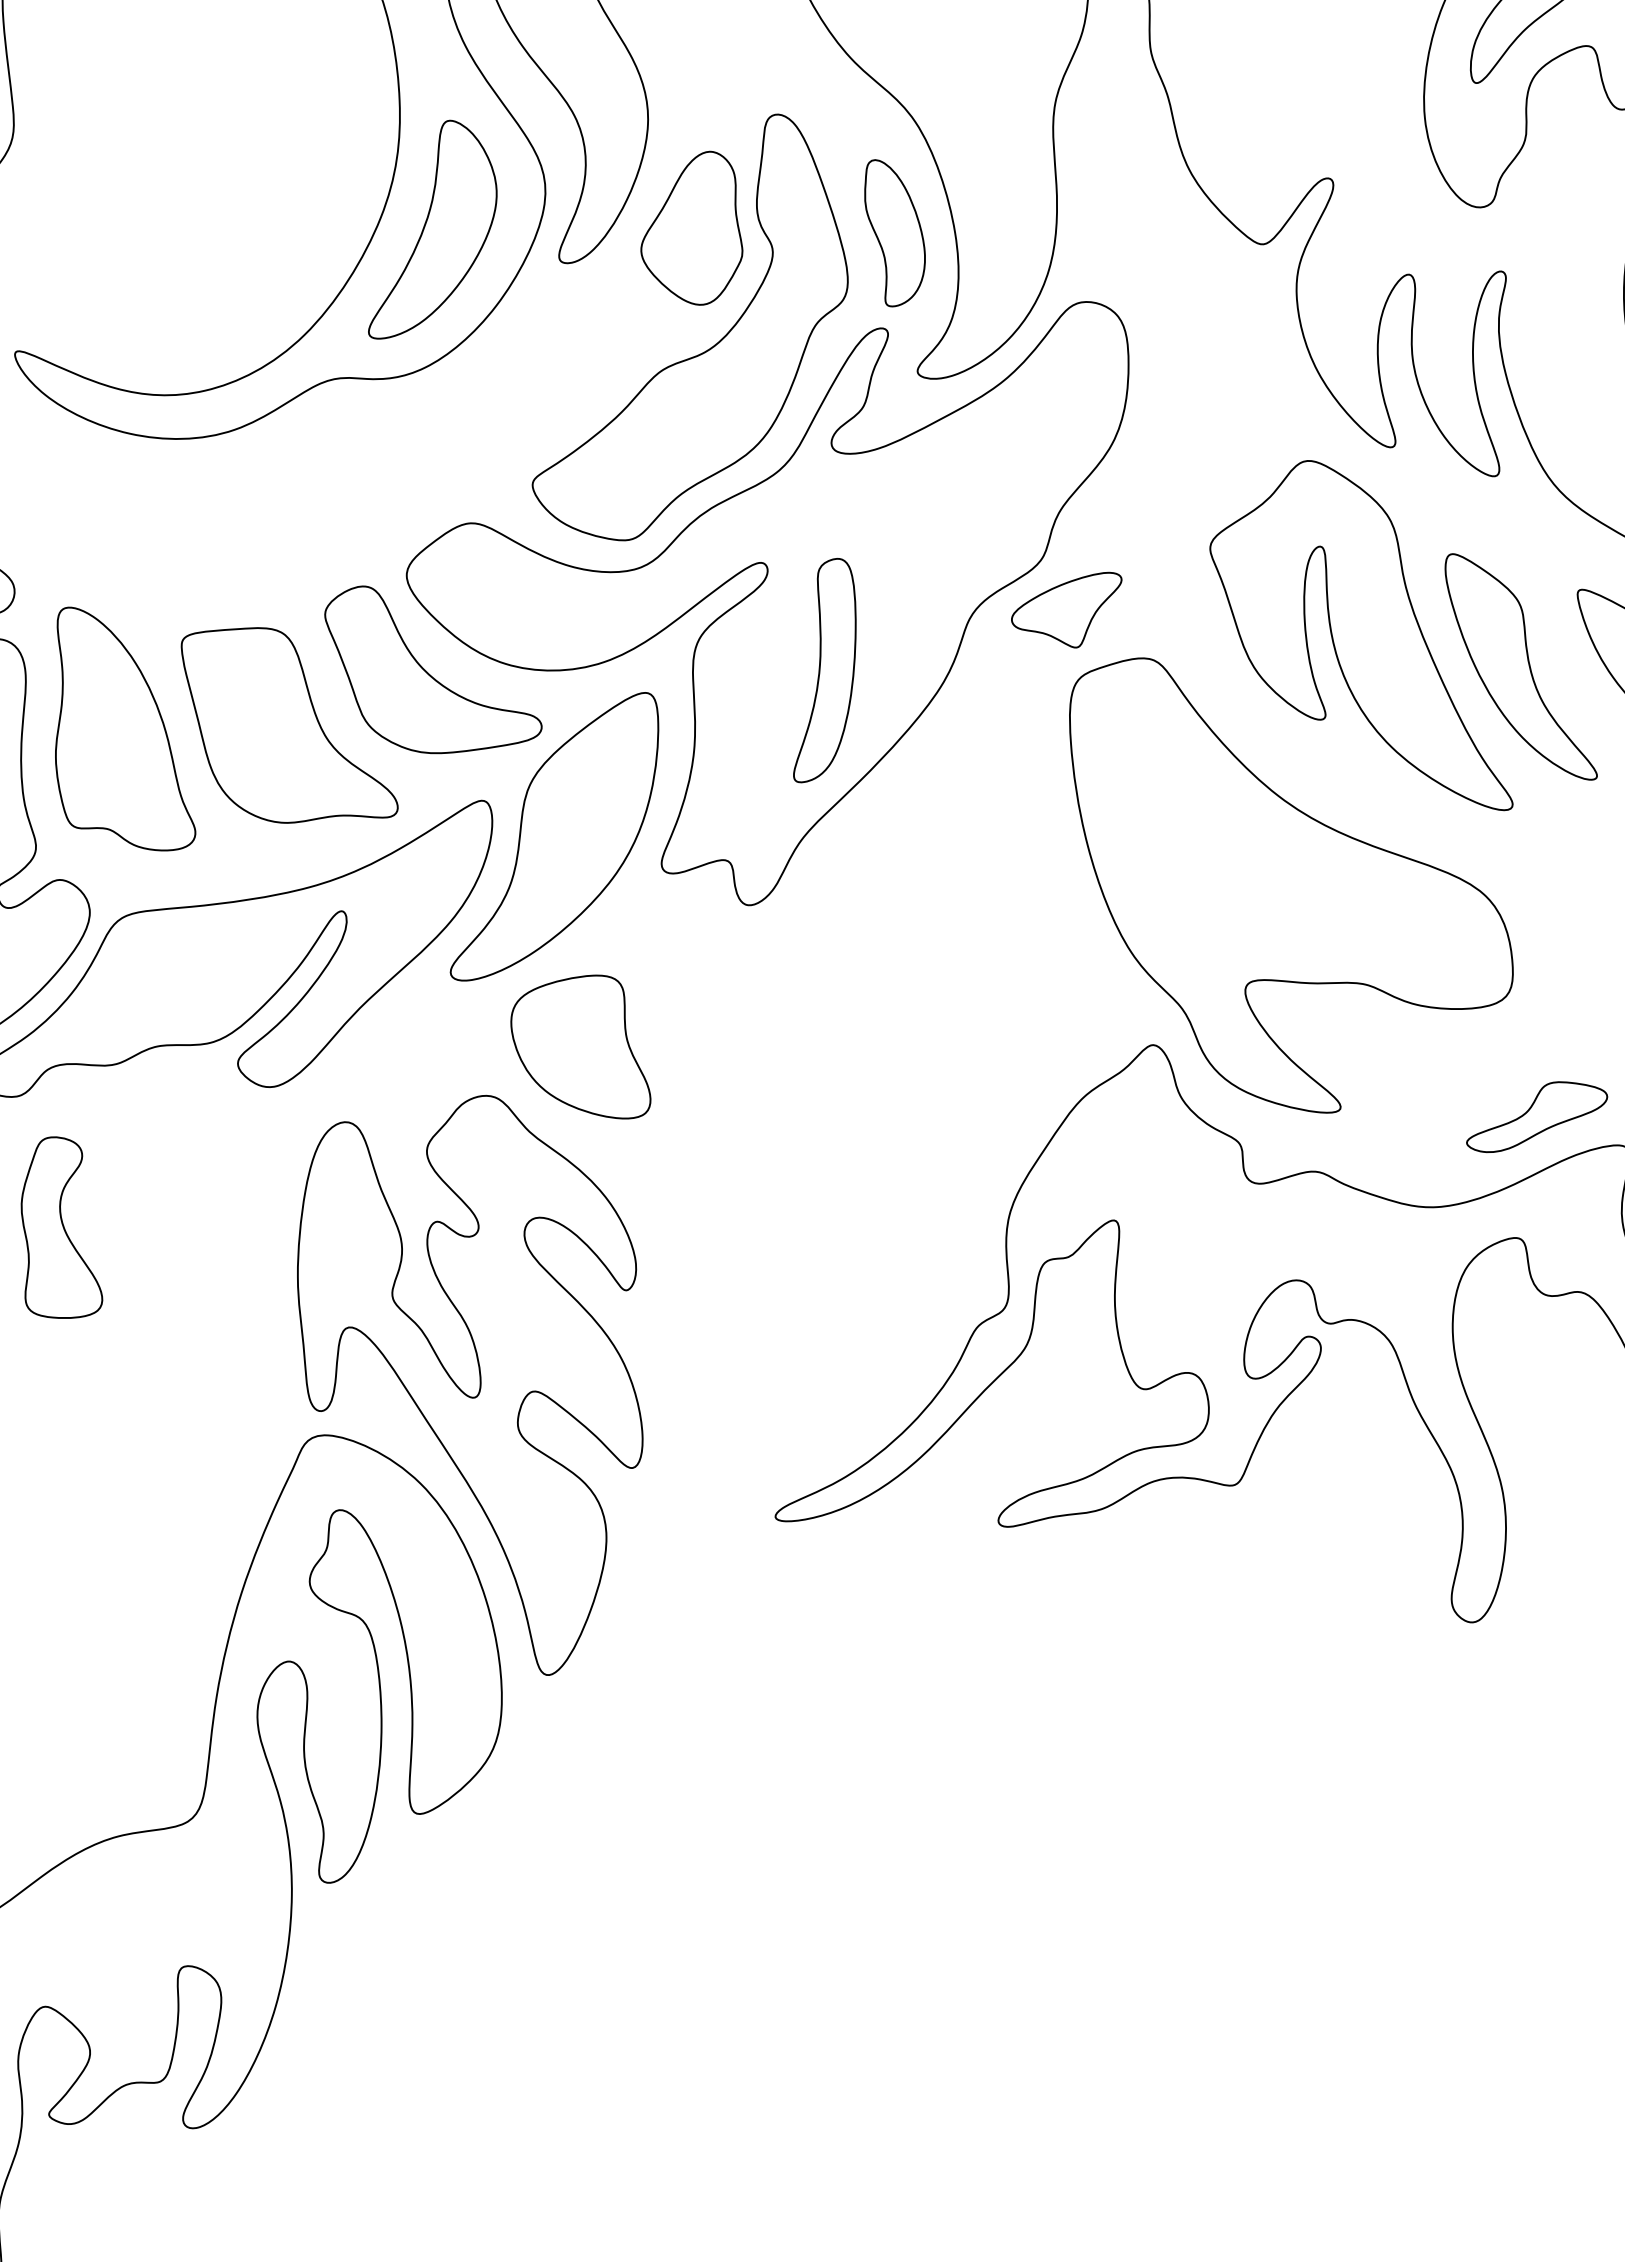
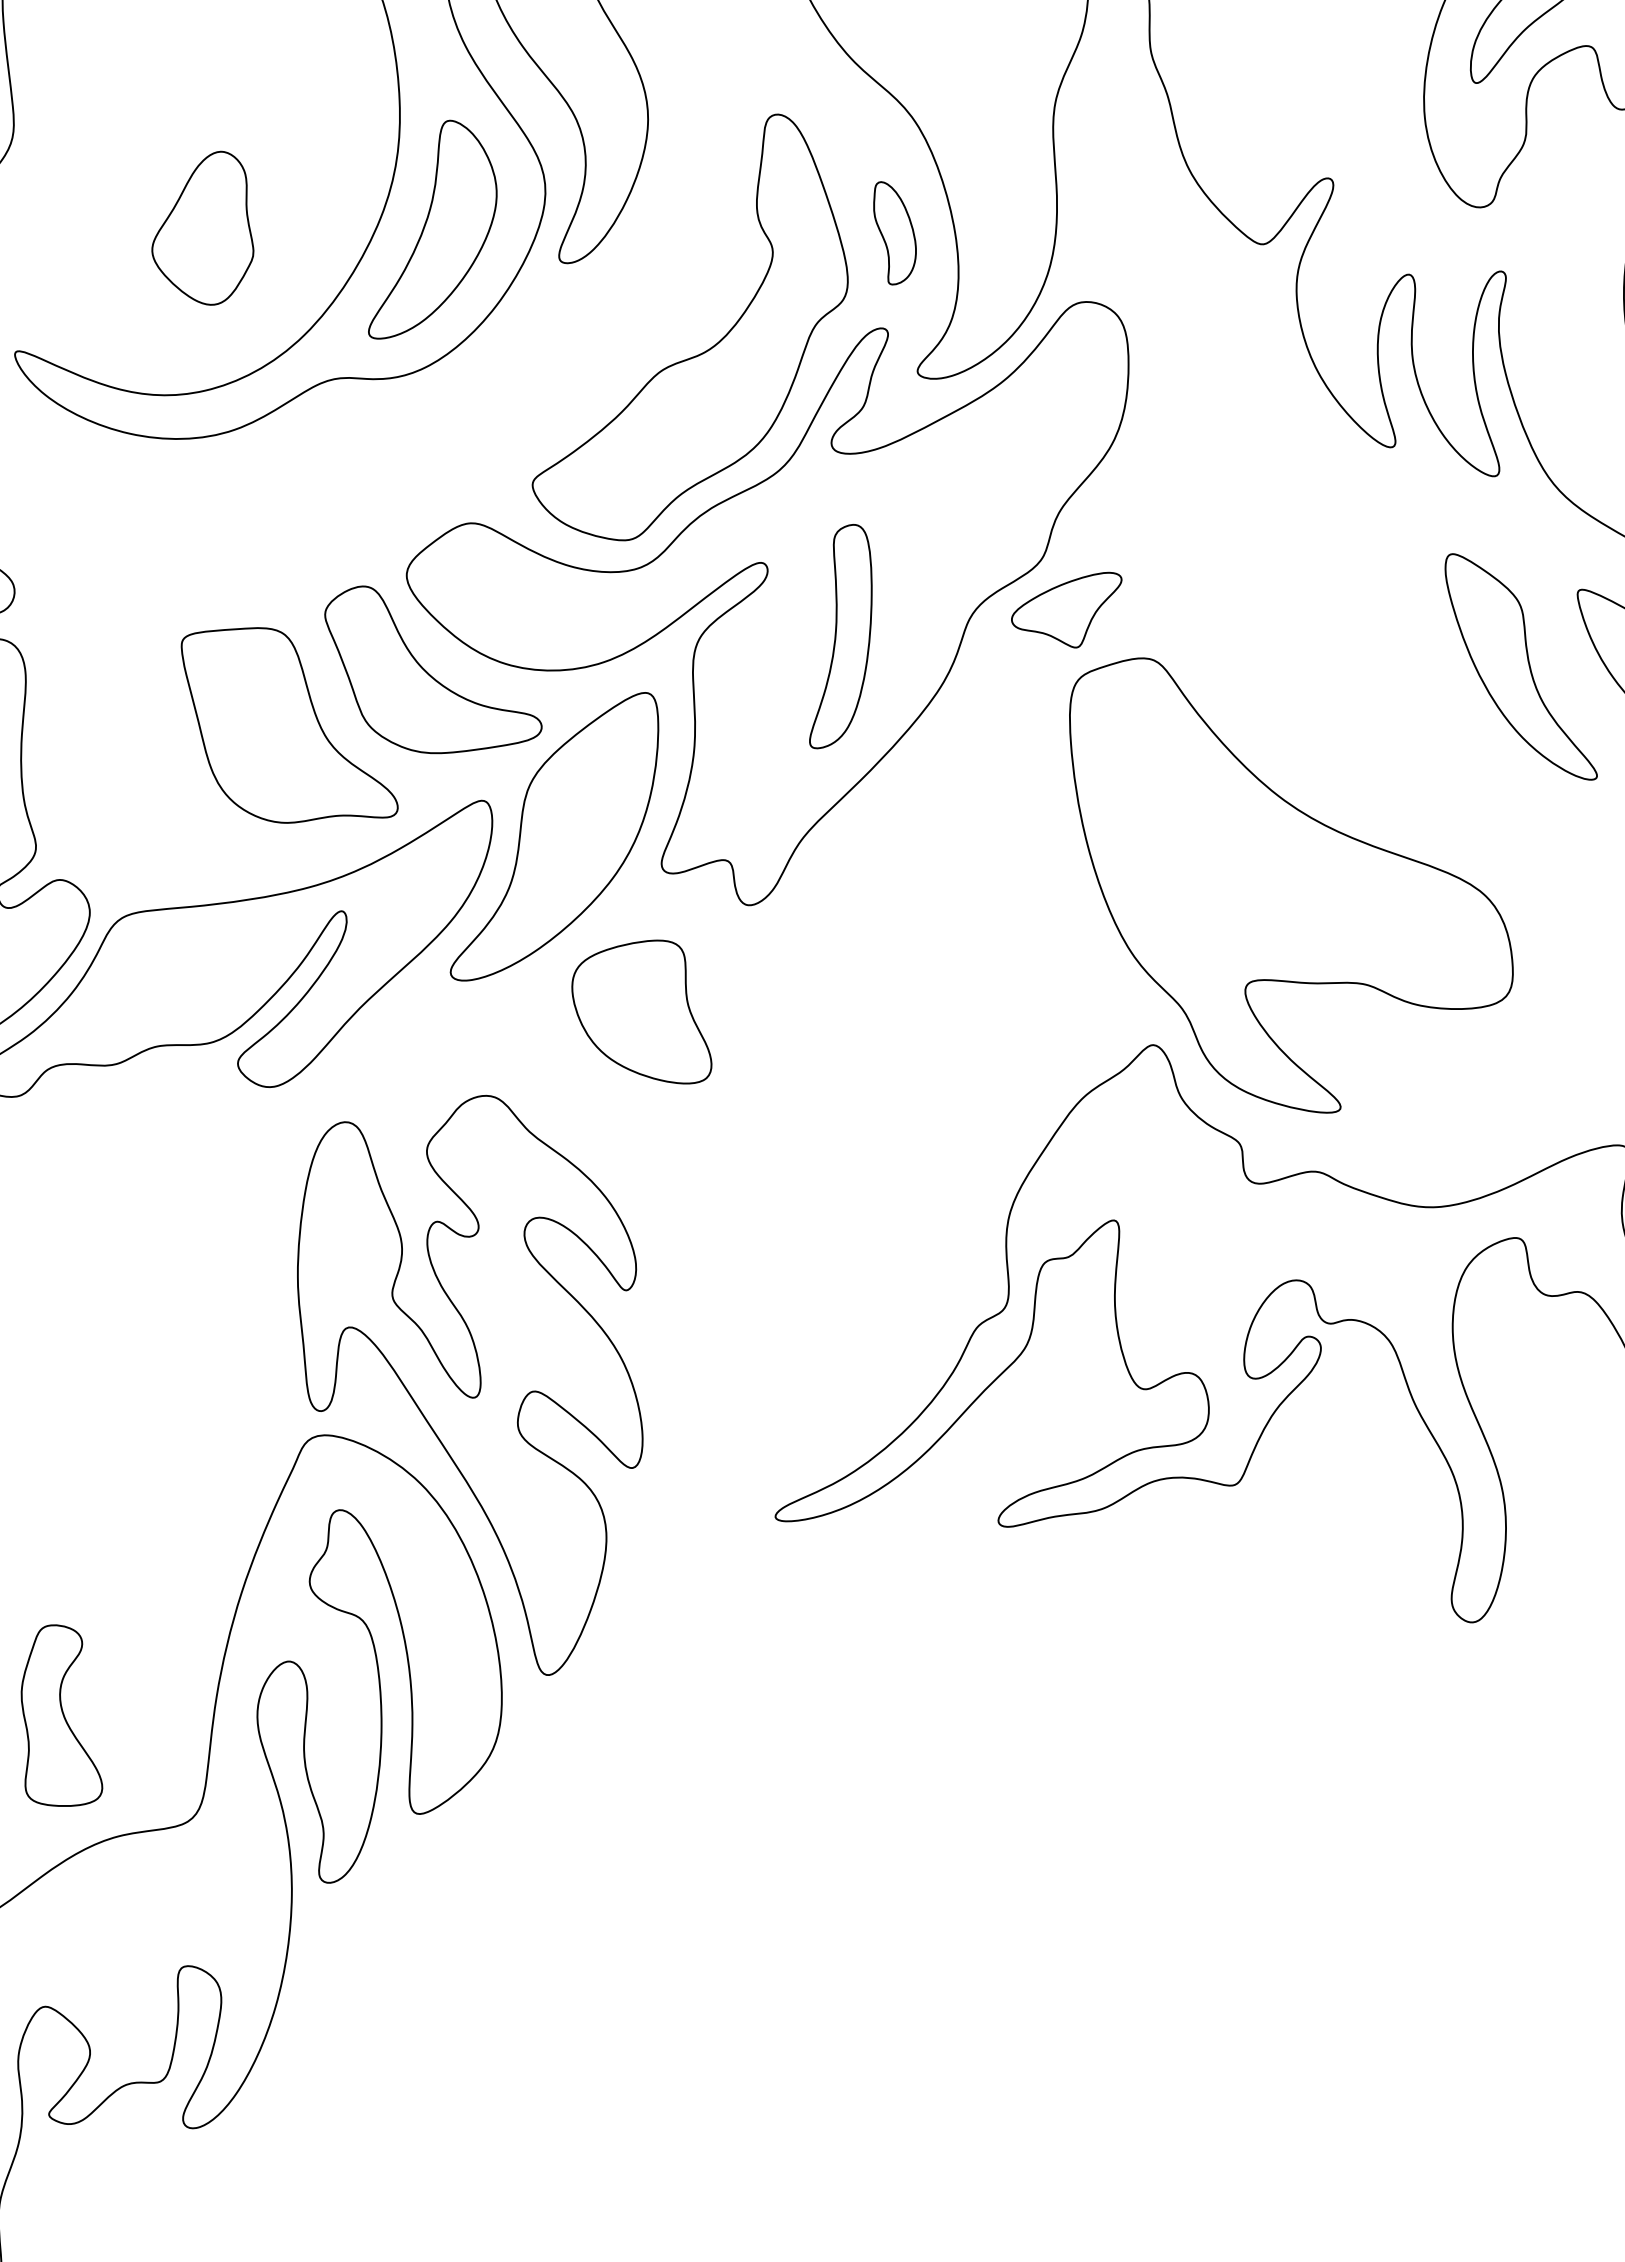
part at (691, 227) position: (691, 227) -> (202, 227)
part at (894, 233) size: 62x149 px -> 44x105 px
part at (1361, 635): present -> none
part at (824, 670) position: (824, 670) -> (840, 636)
part at (125, 728): present -> none
part at (580, 1046) position: (580, 1046) -> (641, 1011)
part at (1537, 1116): present -> none
part at (61, 1227) position: (61, 1227) -> (61, 1715)
